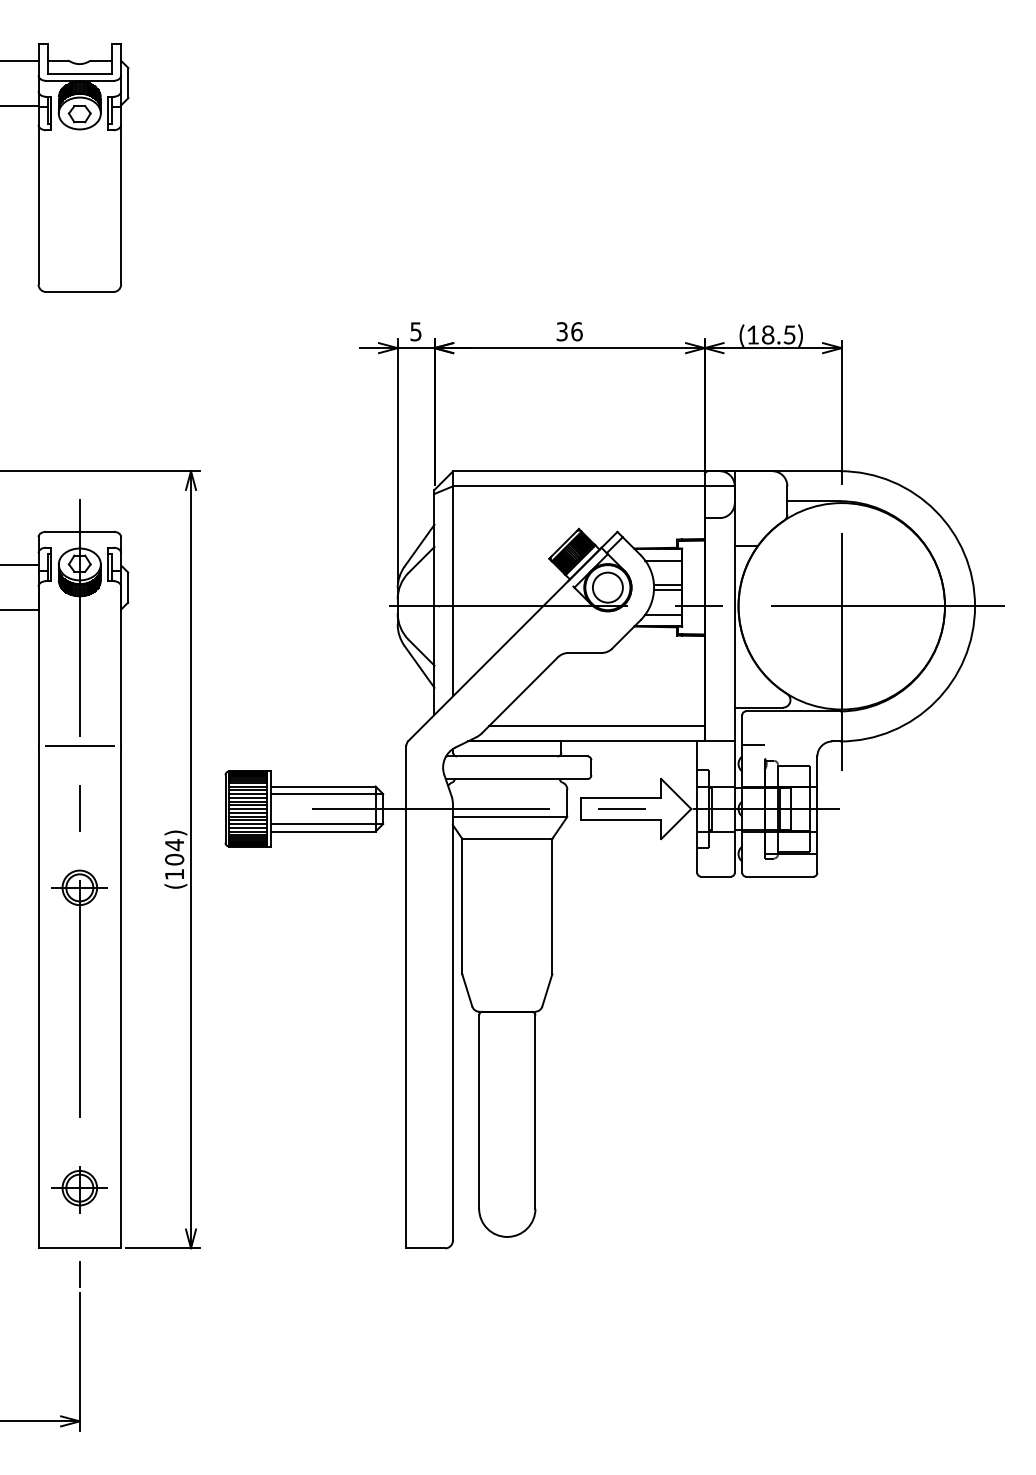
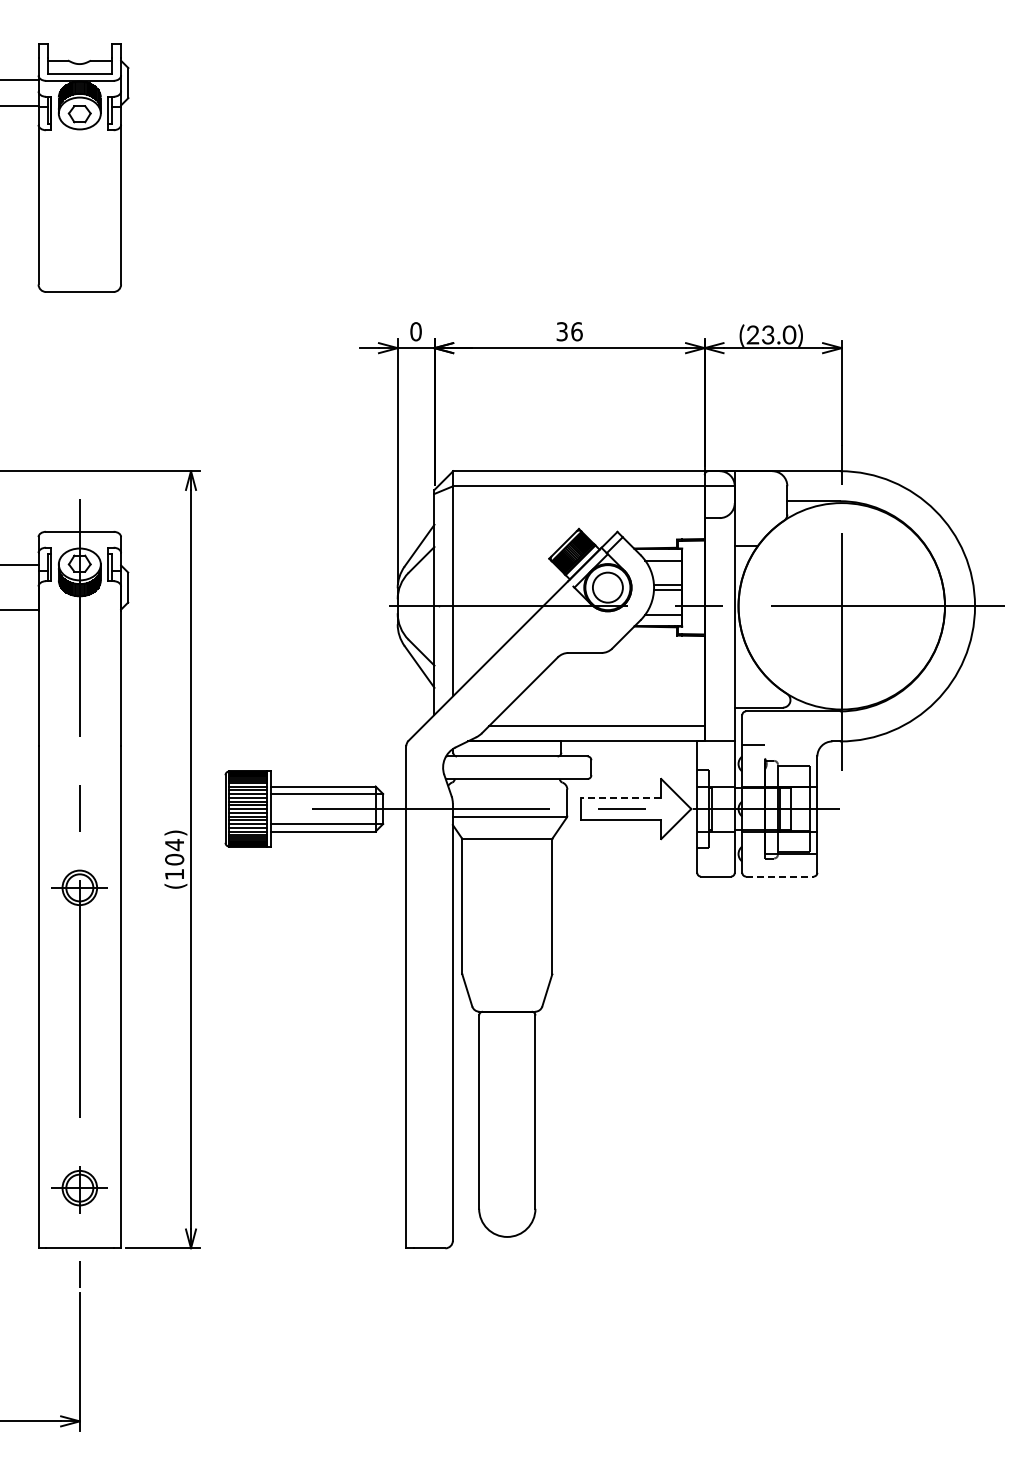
line at (20, 60) position: (20, 60) -> (20, 79)
text at (415, 331): 5 -> 0
text at (771, 334): (18.5) -> (23.0)
line at (79, 746): present -> none
line at (620, 797): solid -> dashed
line at (779, 876): solid -> dashed
